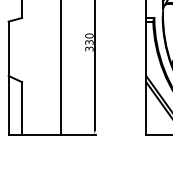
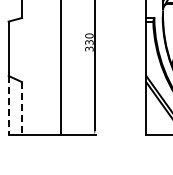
line at (8, 105): solid -> dashed
line at (22, 108): solid -> dashed
